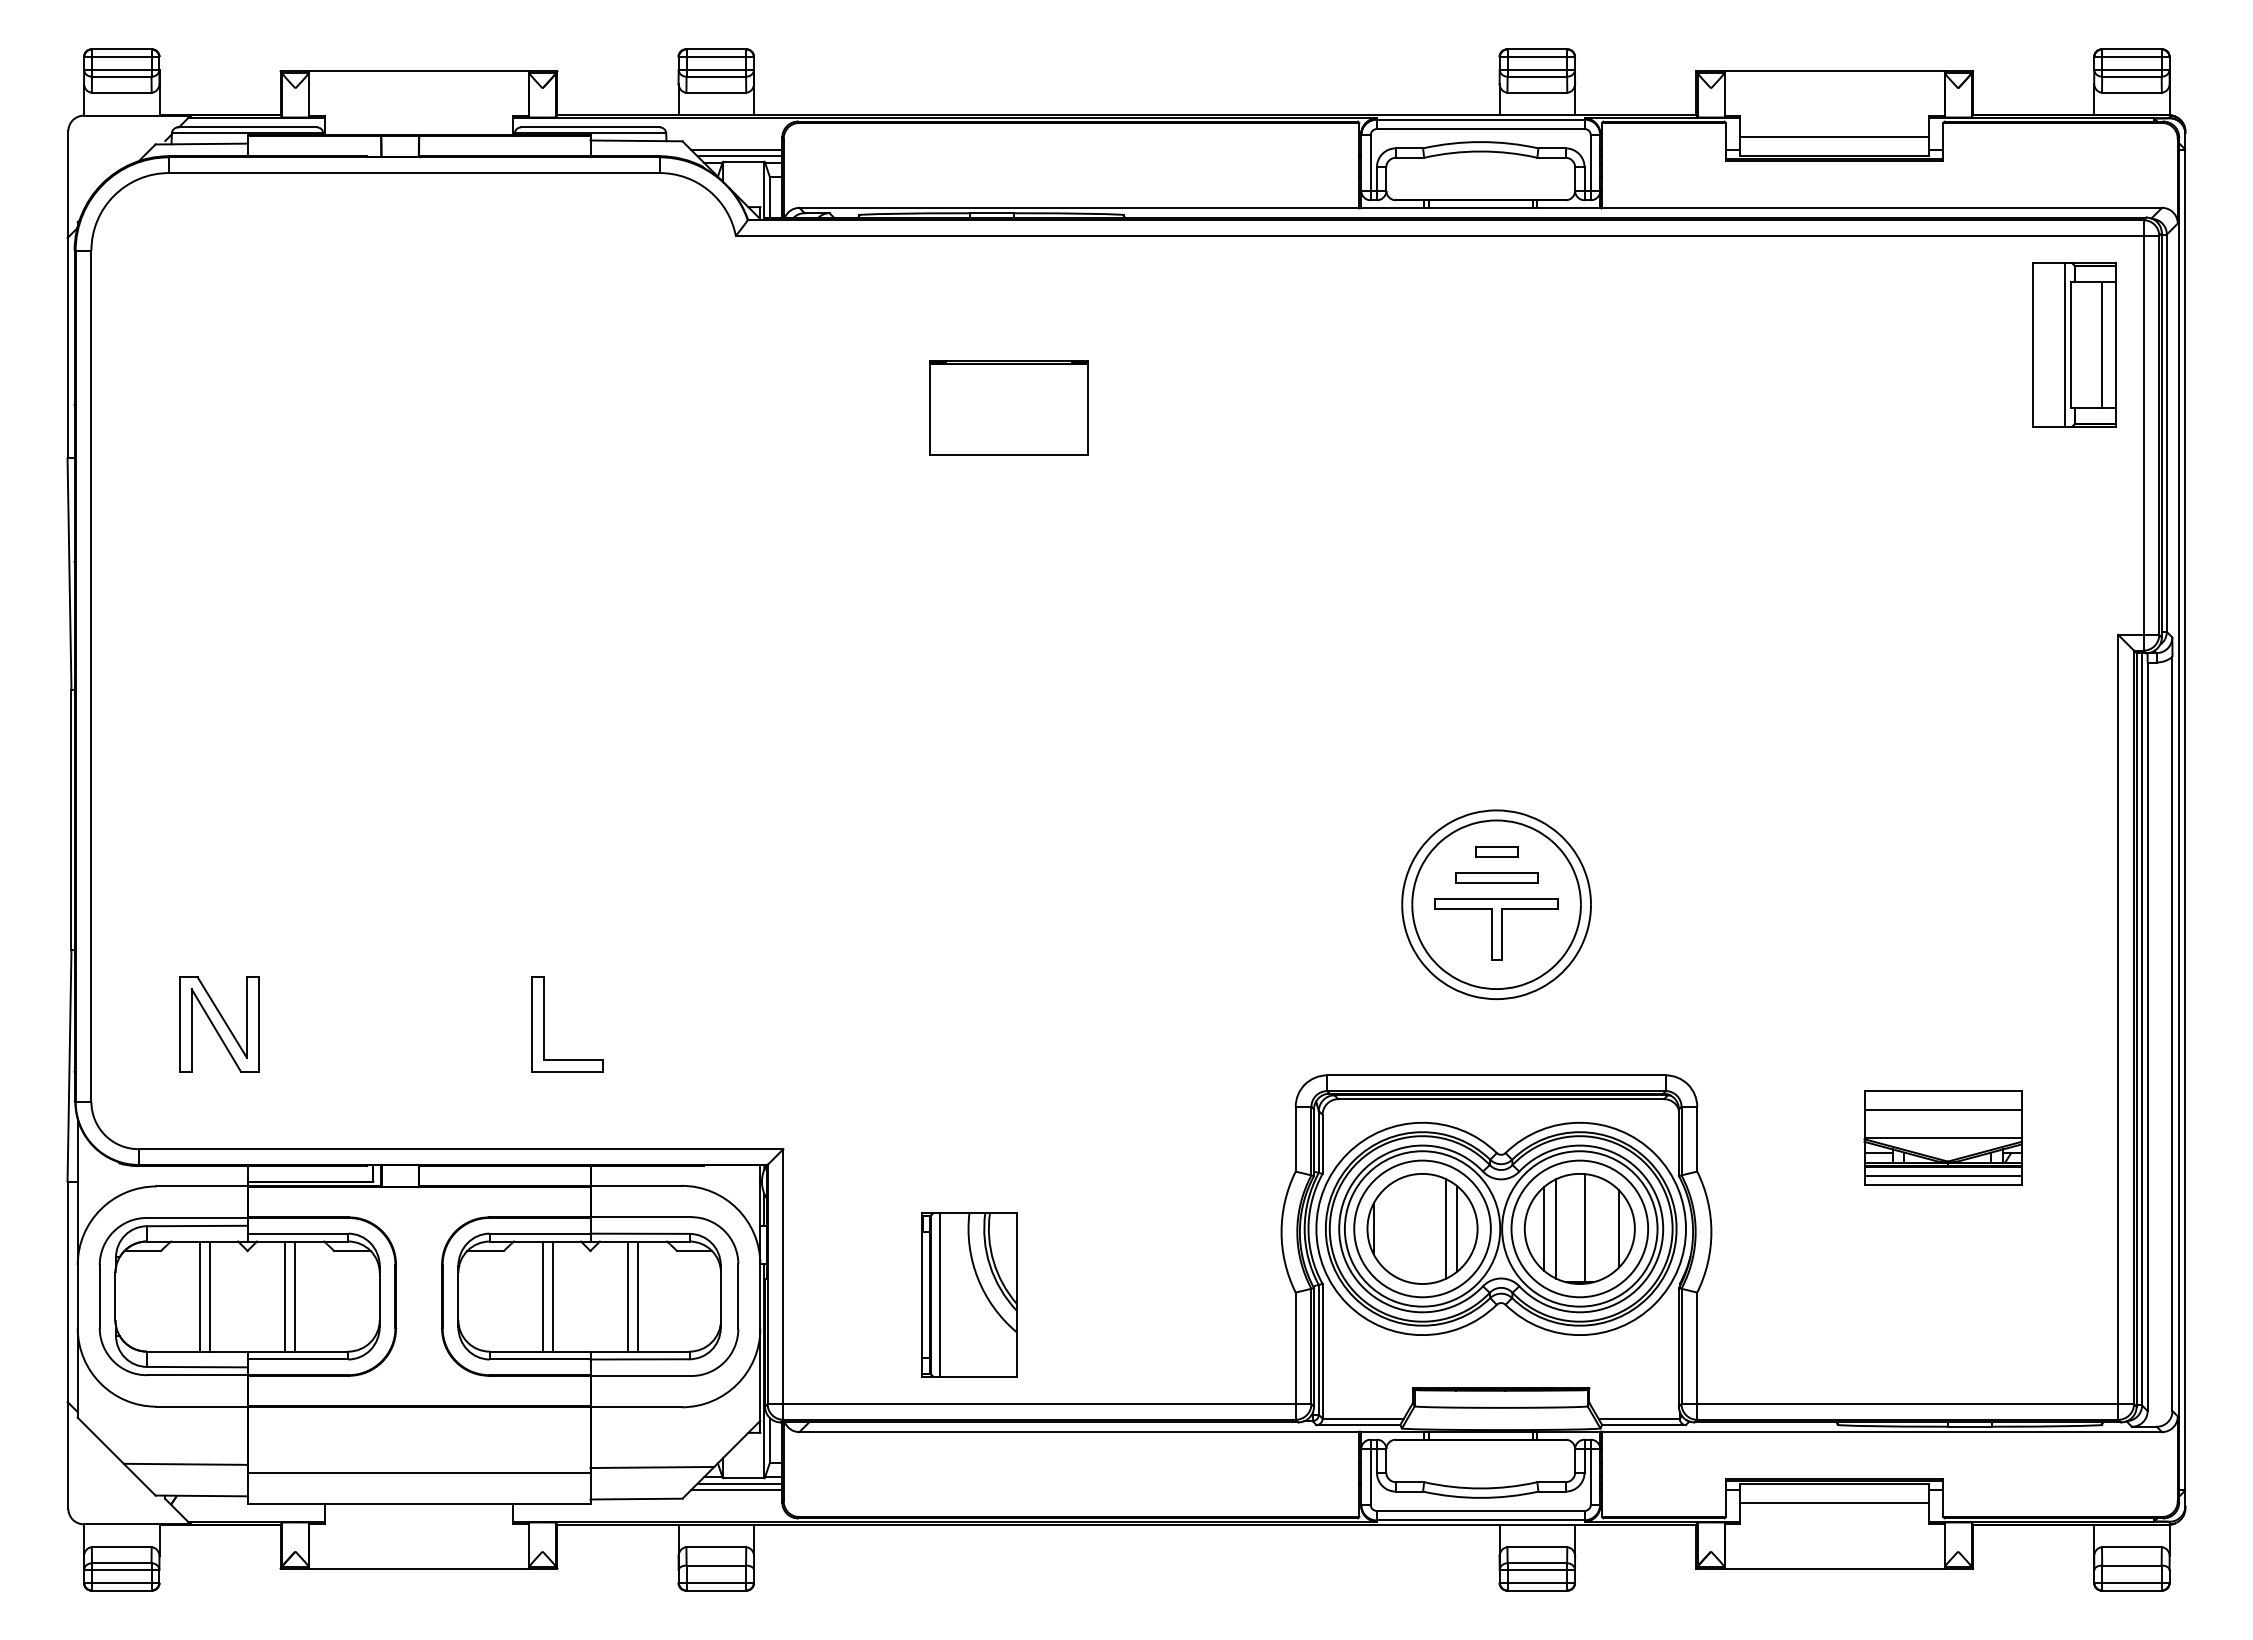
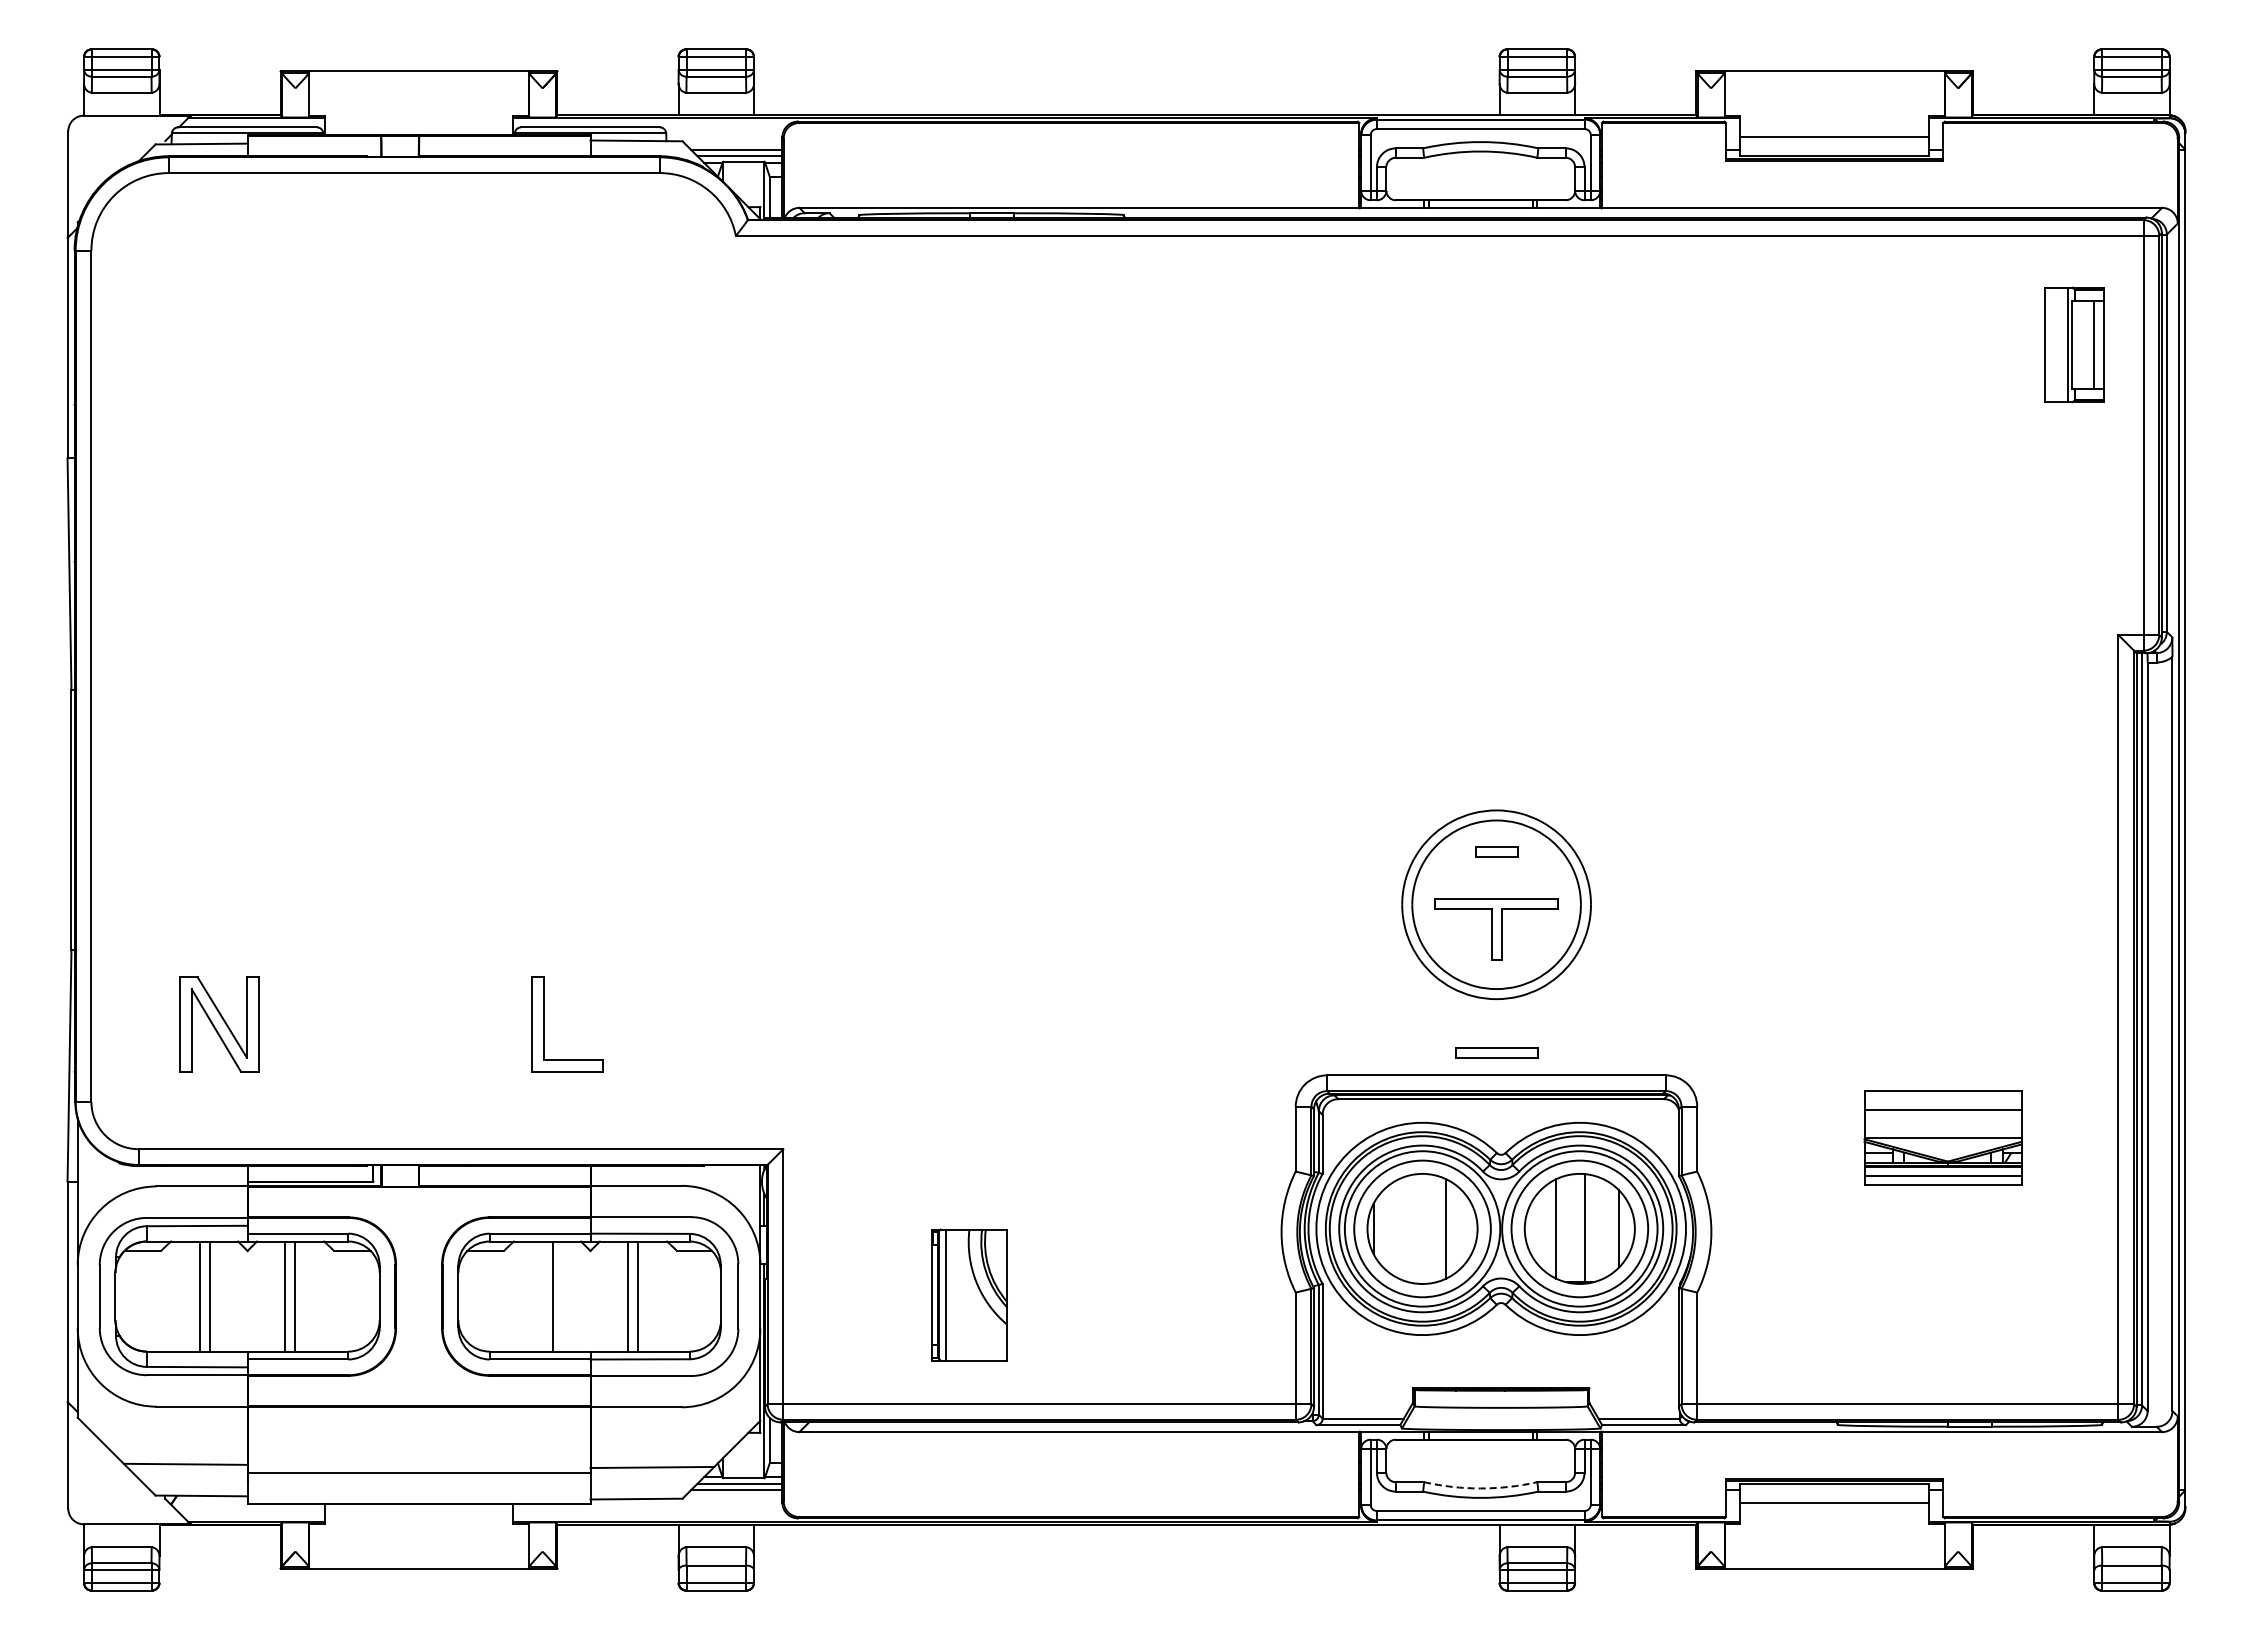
part at (2074, 344) size: 85x166 px -> 61x118 px
part at (1008, 407): present -> none
part at (1496, 877) position: (1496, 877) -> (1496, 1052)
line at (1457, 1228): present -> none
line at (1544, 1228): present -> none
part at (969, 1294) size: 97x166 px -> 77x134 px
line at (543, 1296): present -> none
arc at (1480, 1488): solid -> dashed
